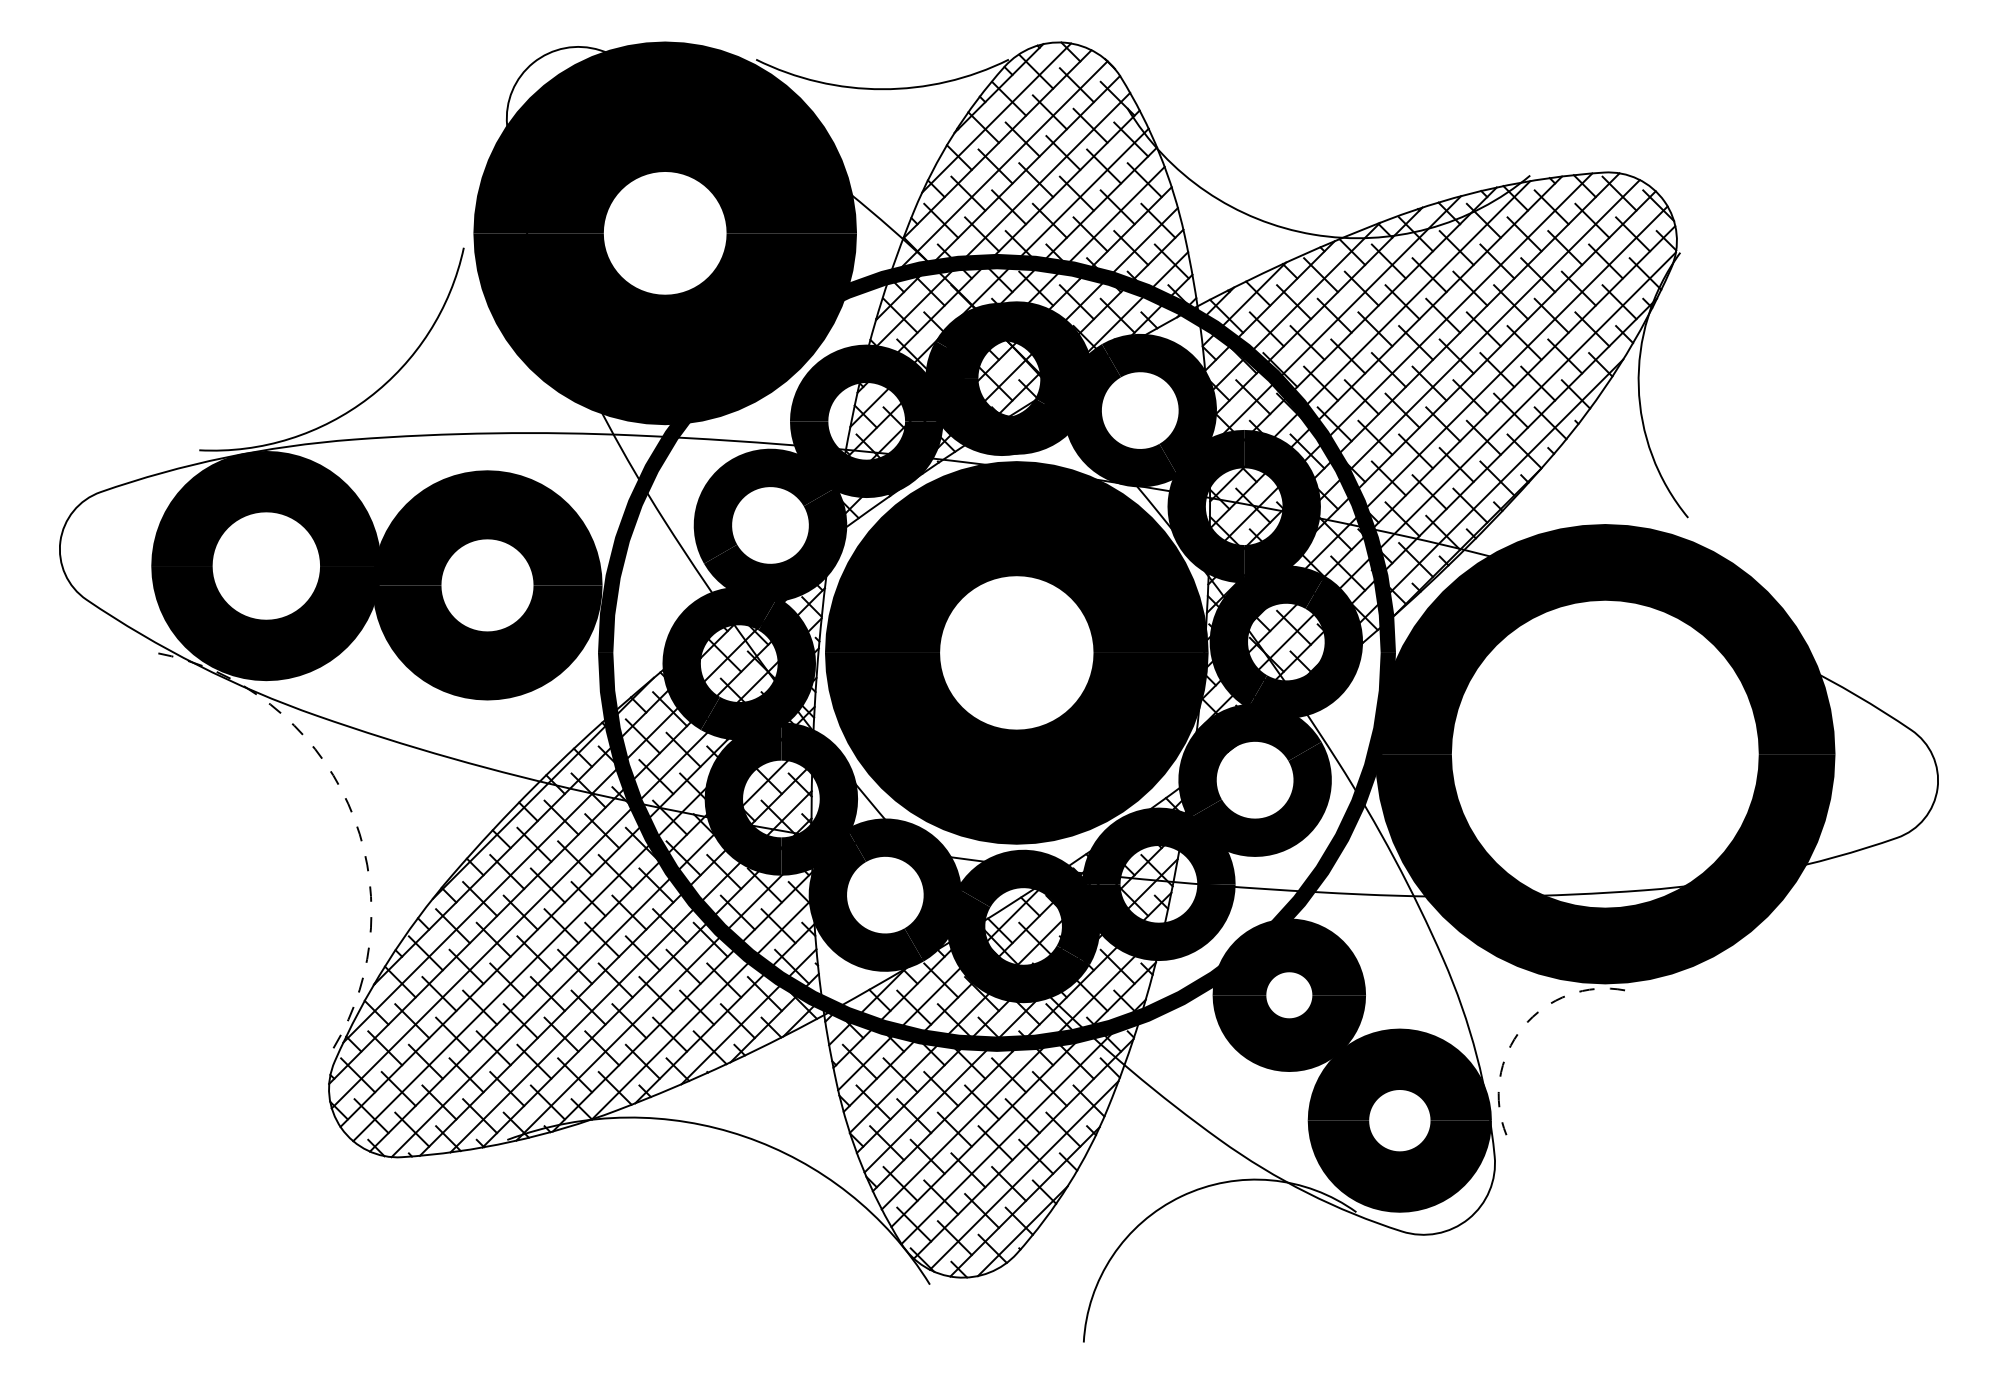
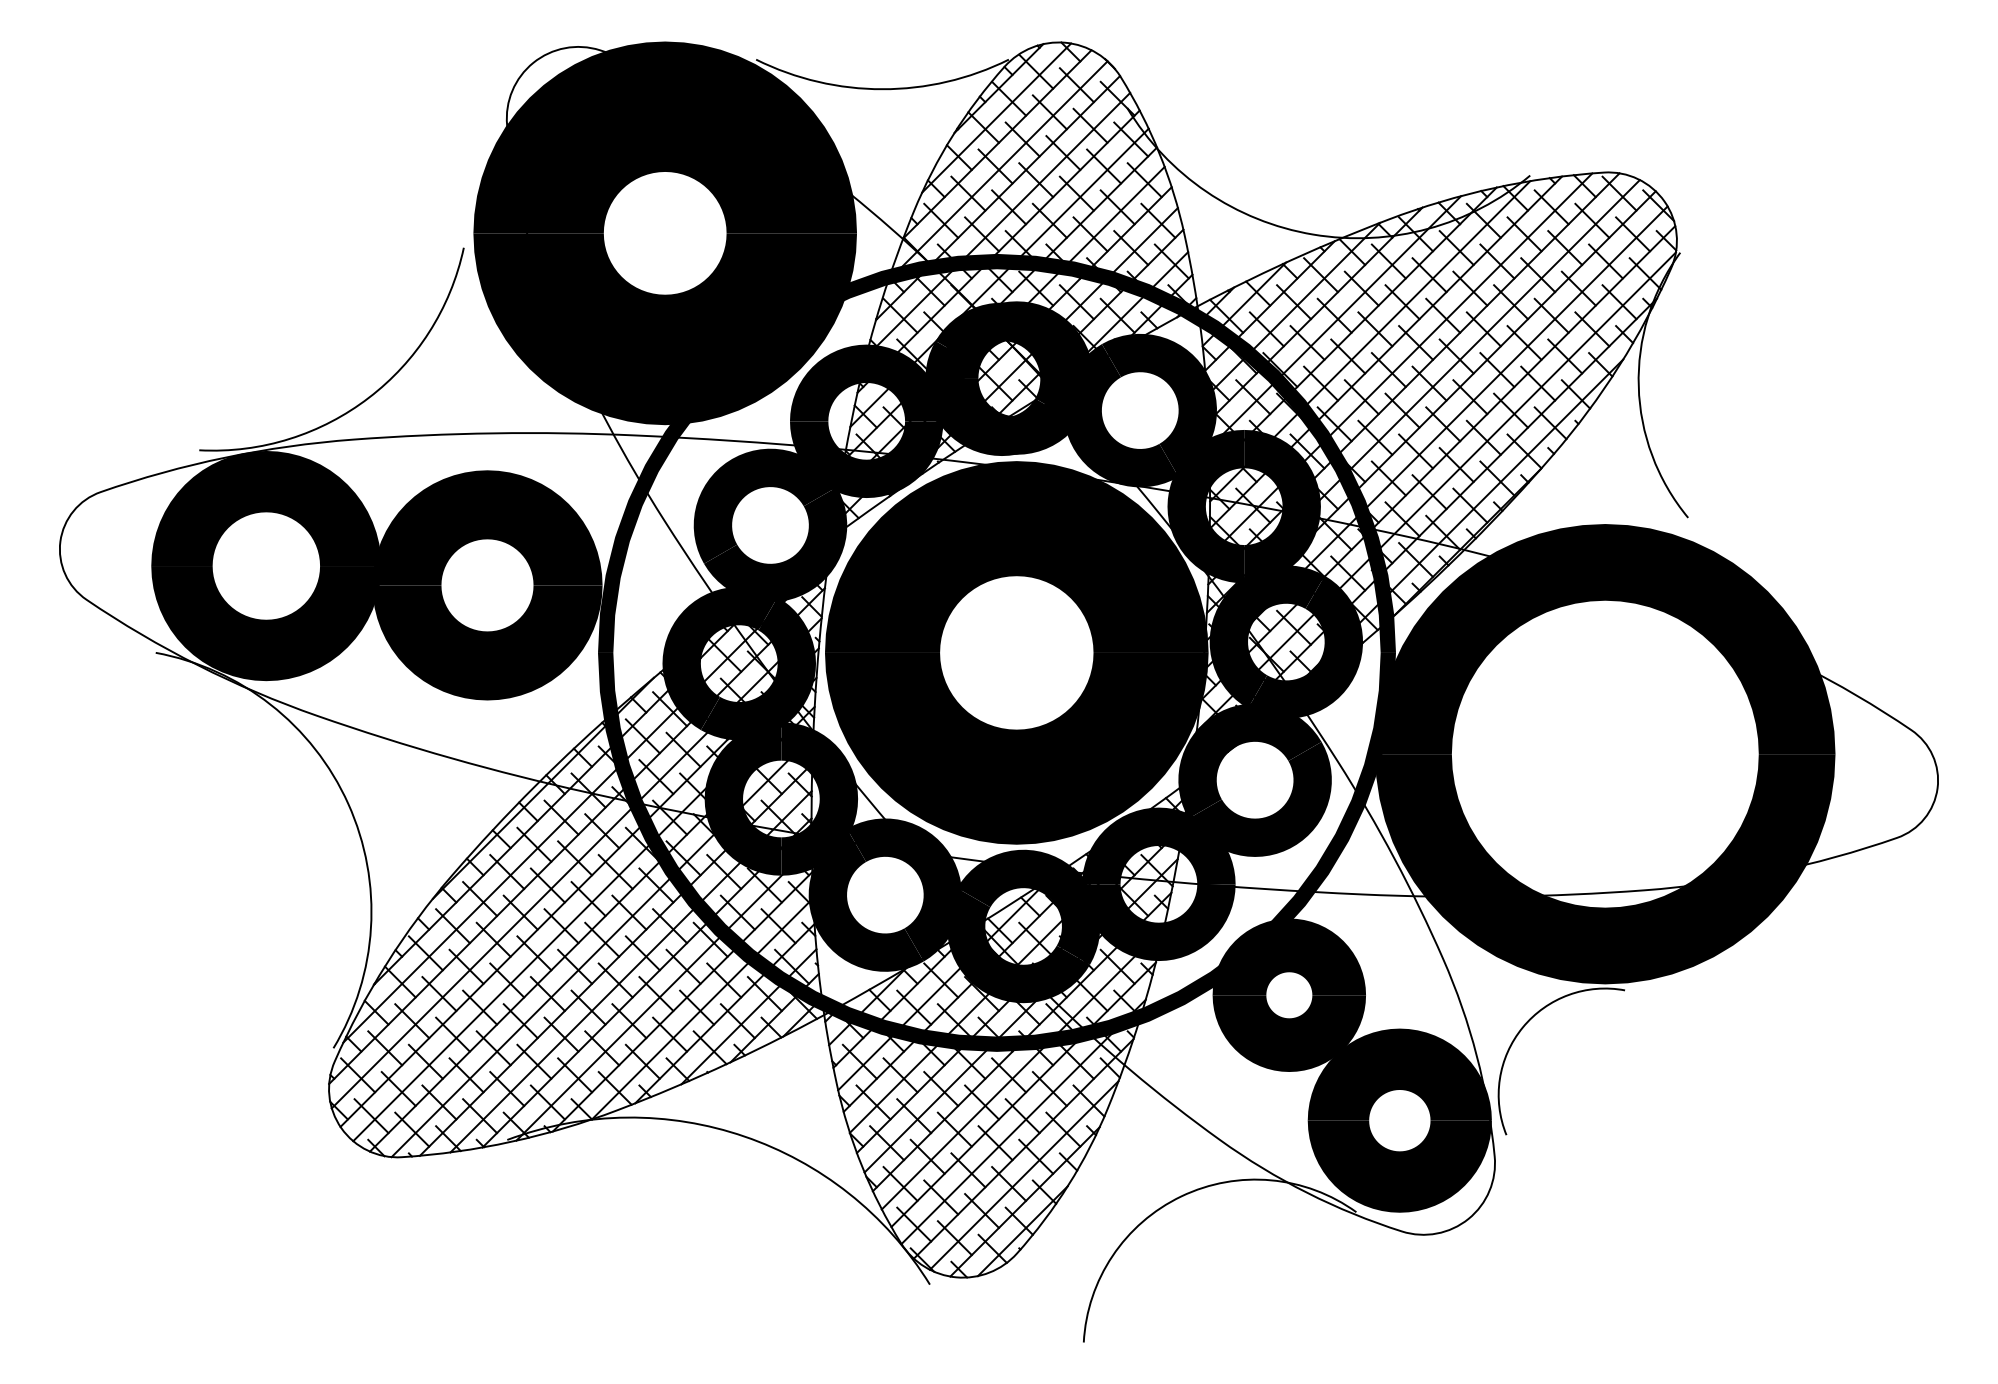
arc at (348, 803): dashed -> solid
arc at (1522, 1027): dashed -> solid
